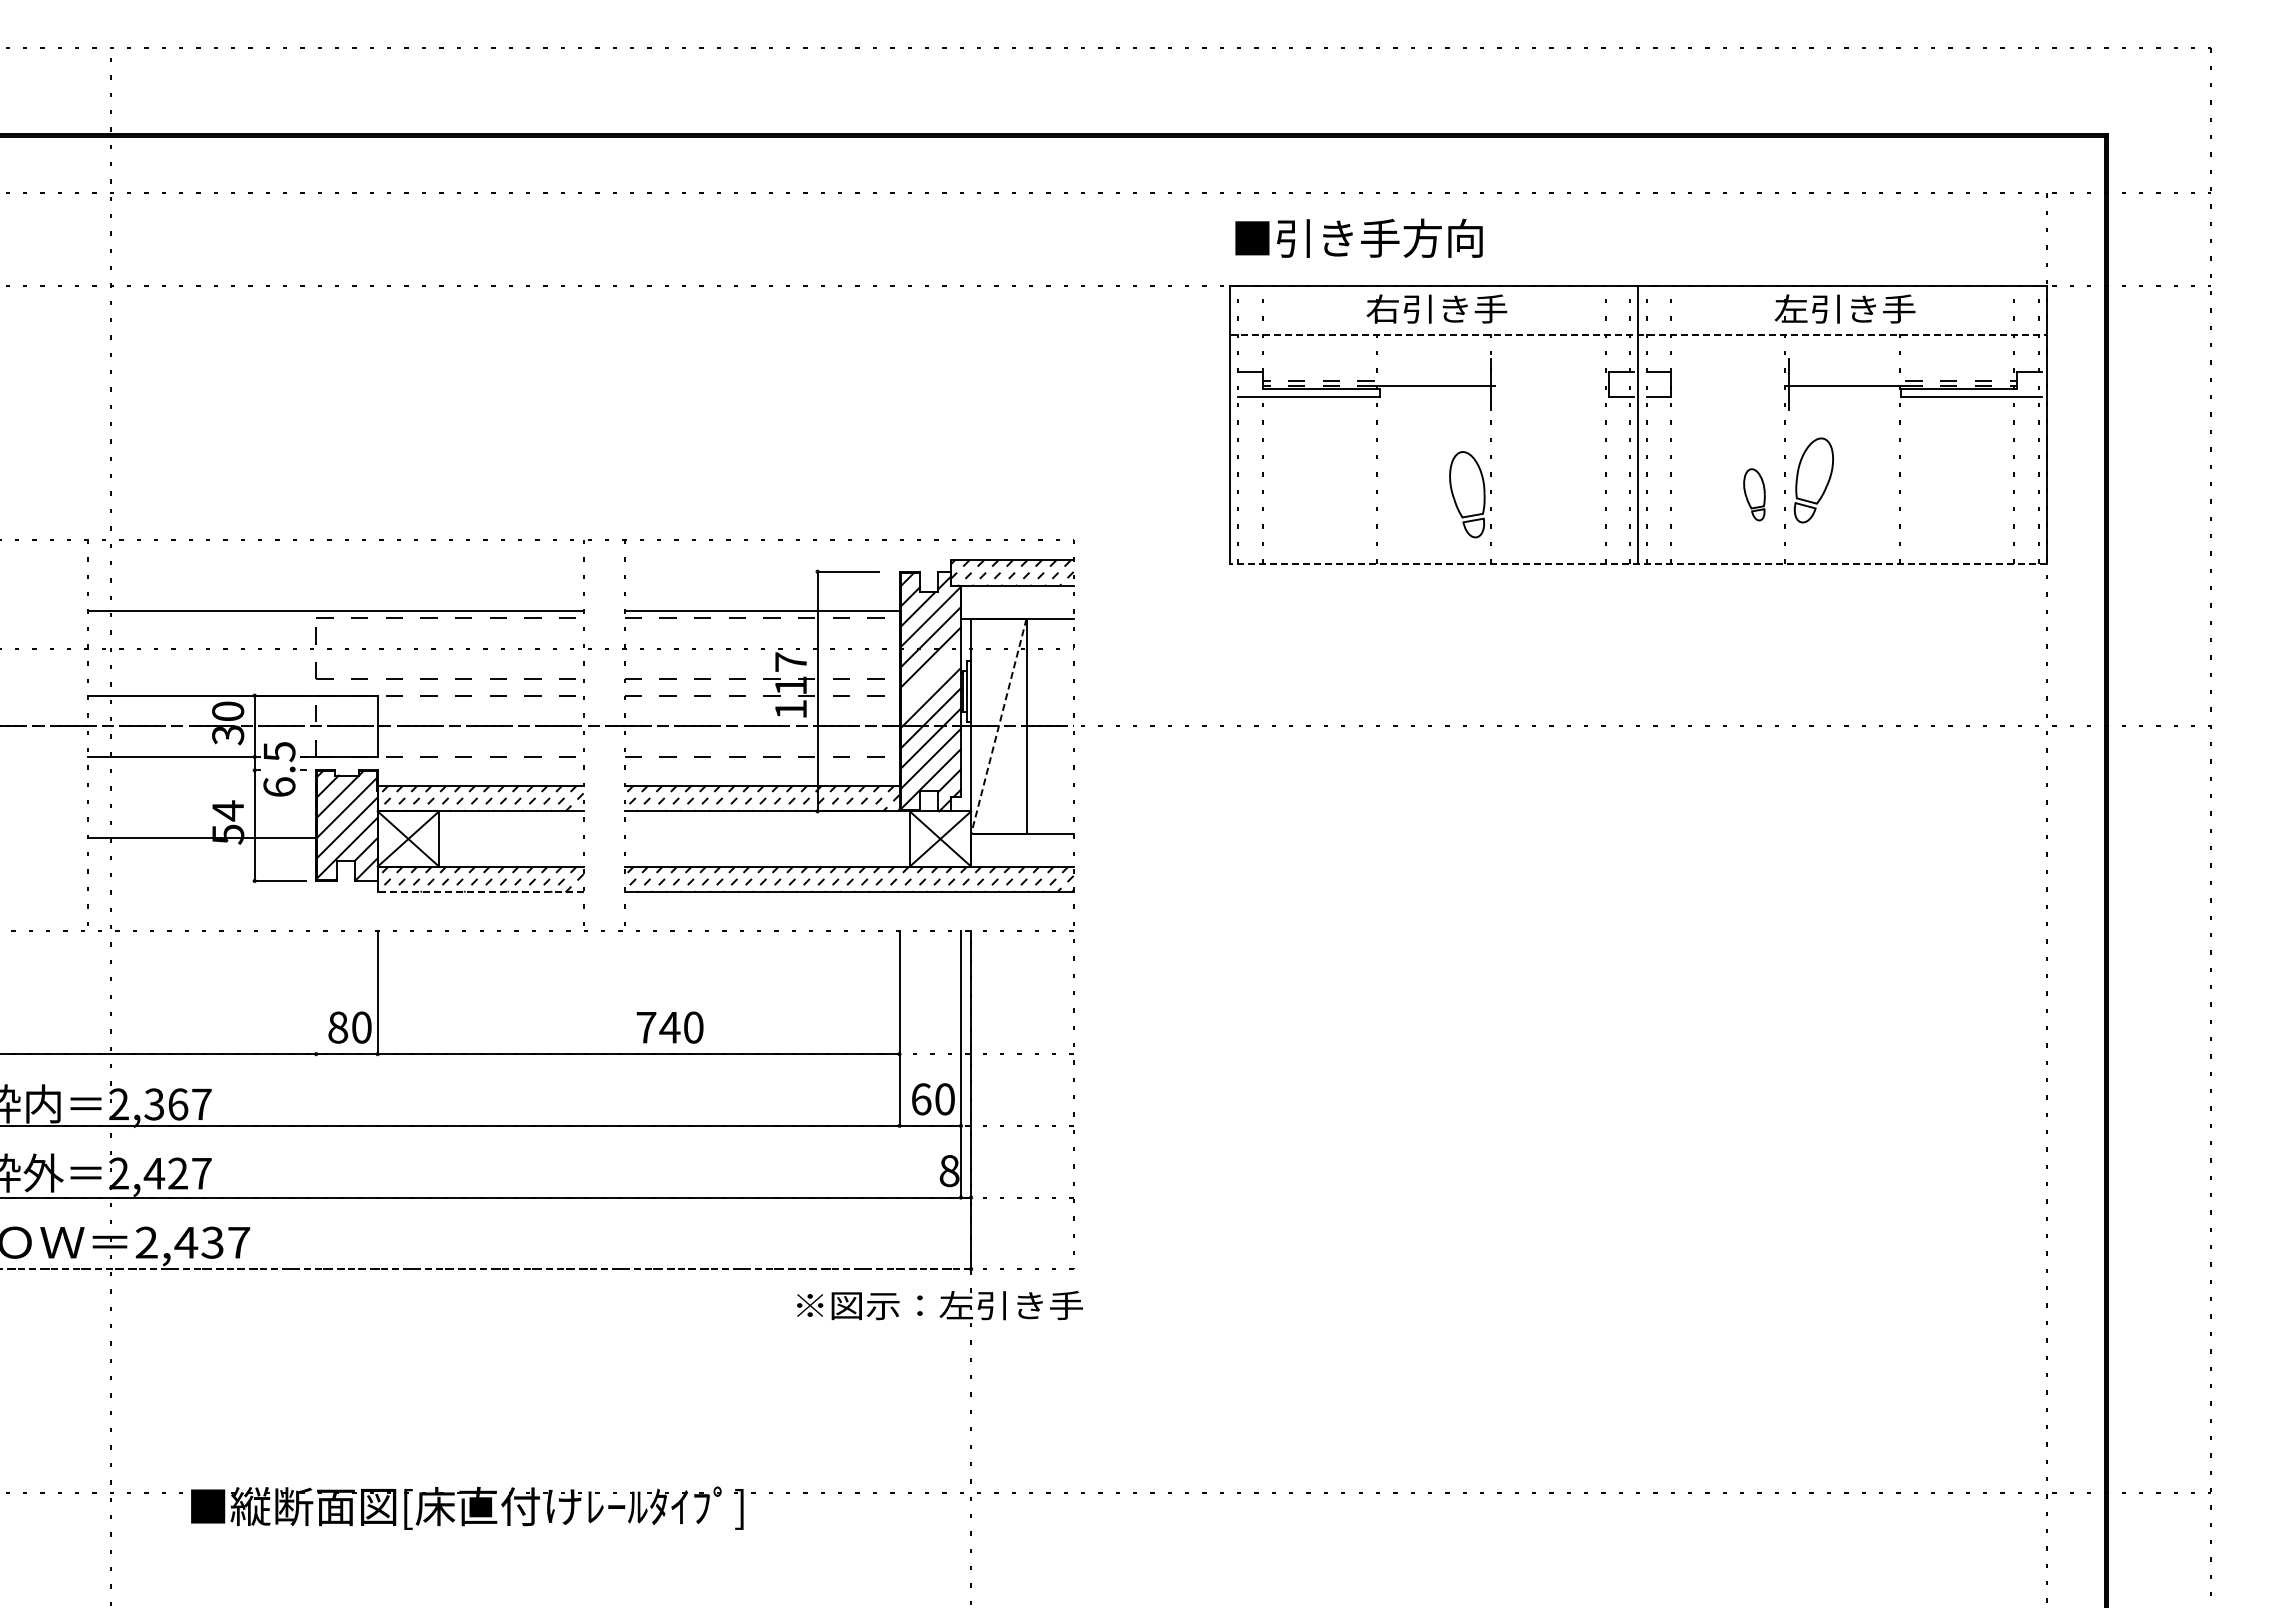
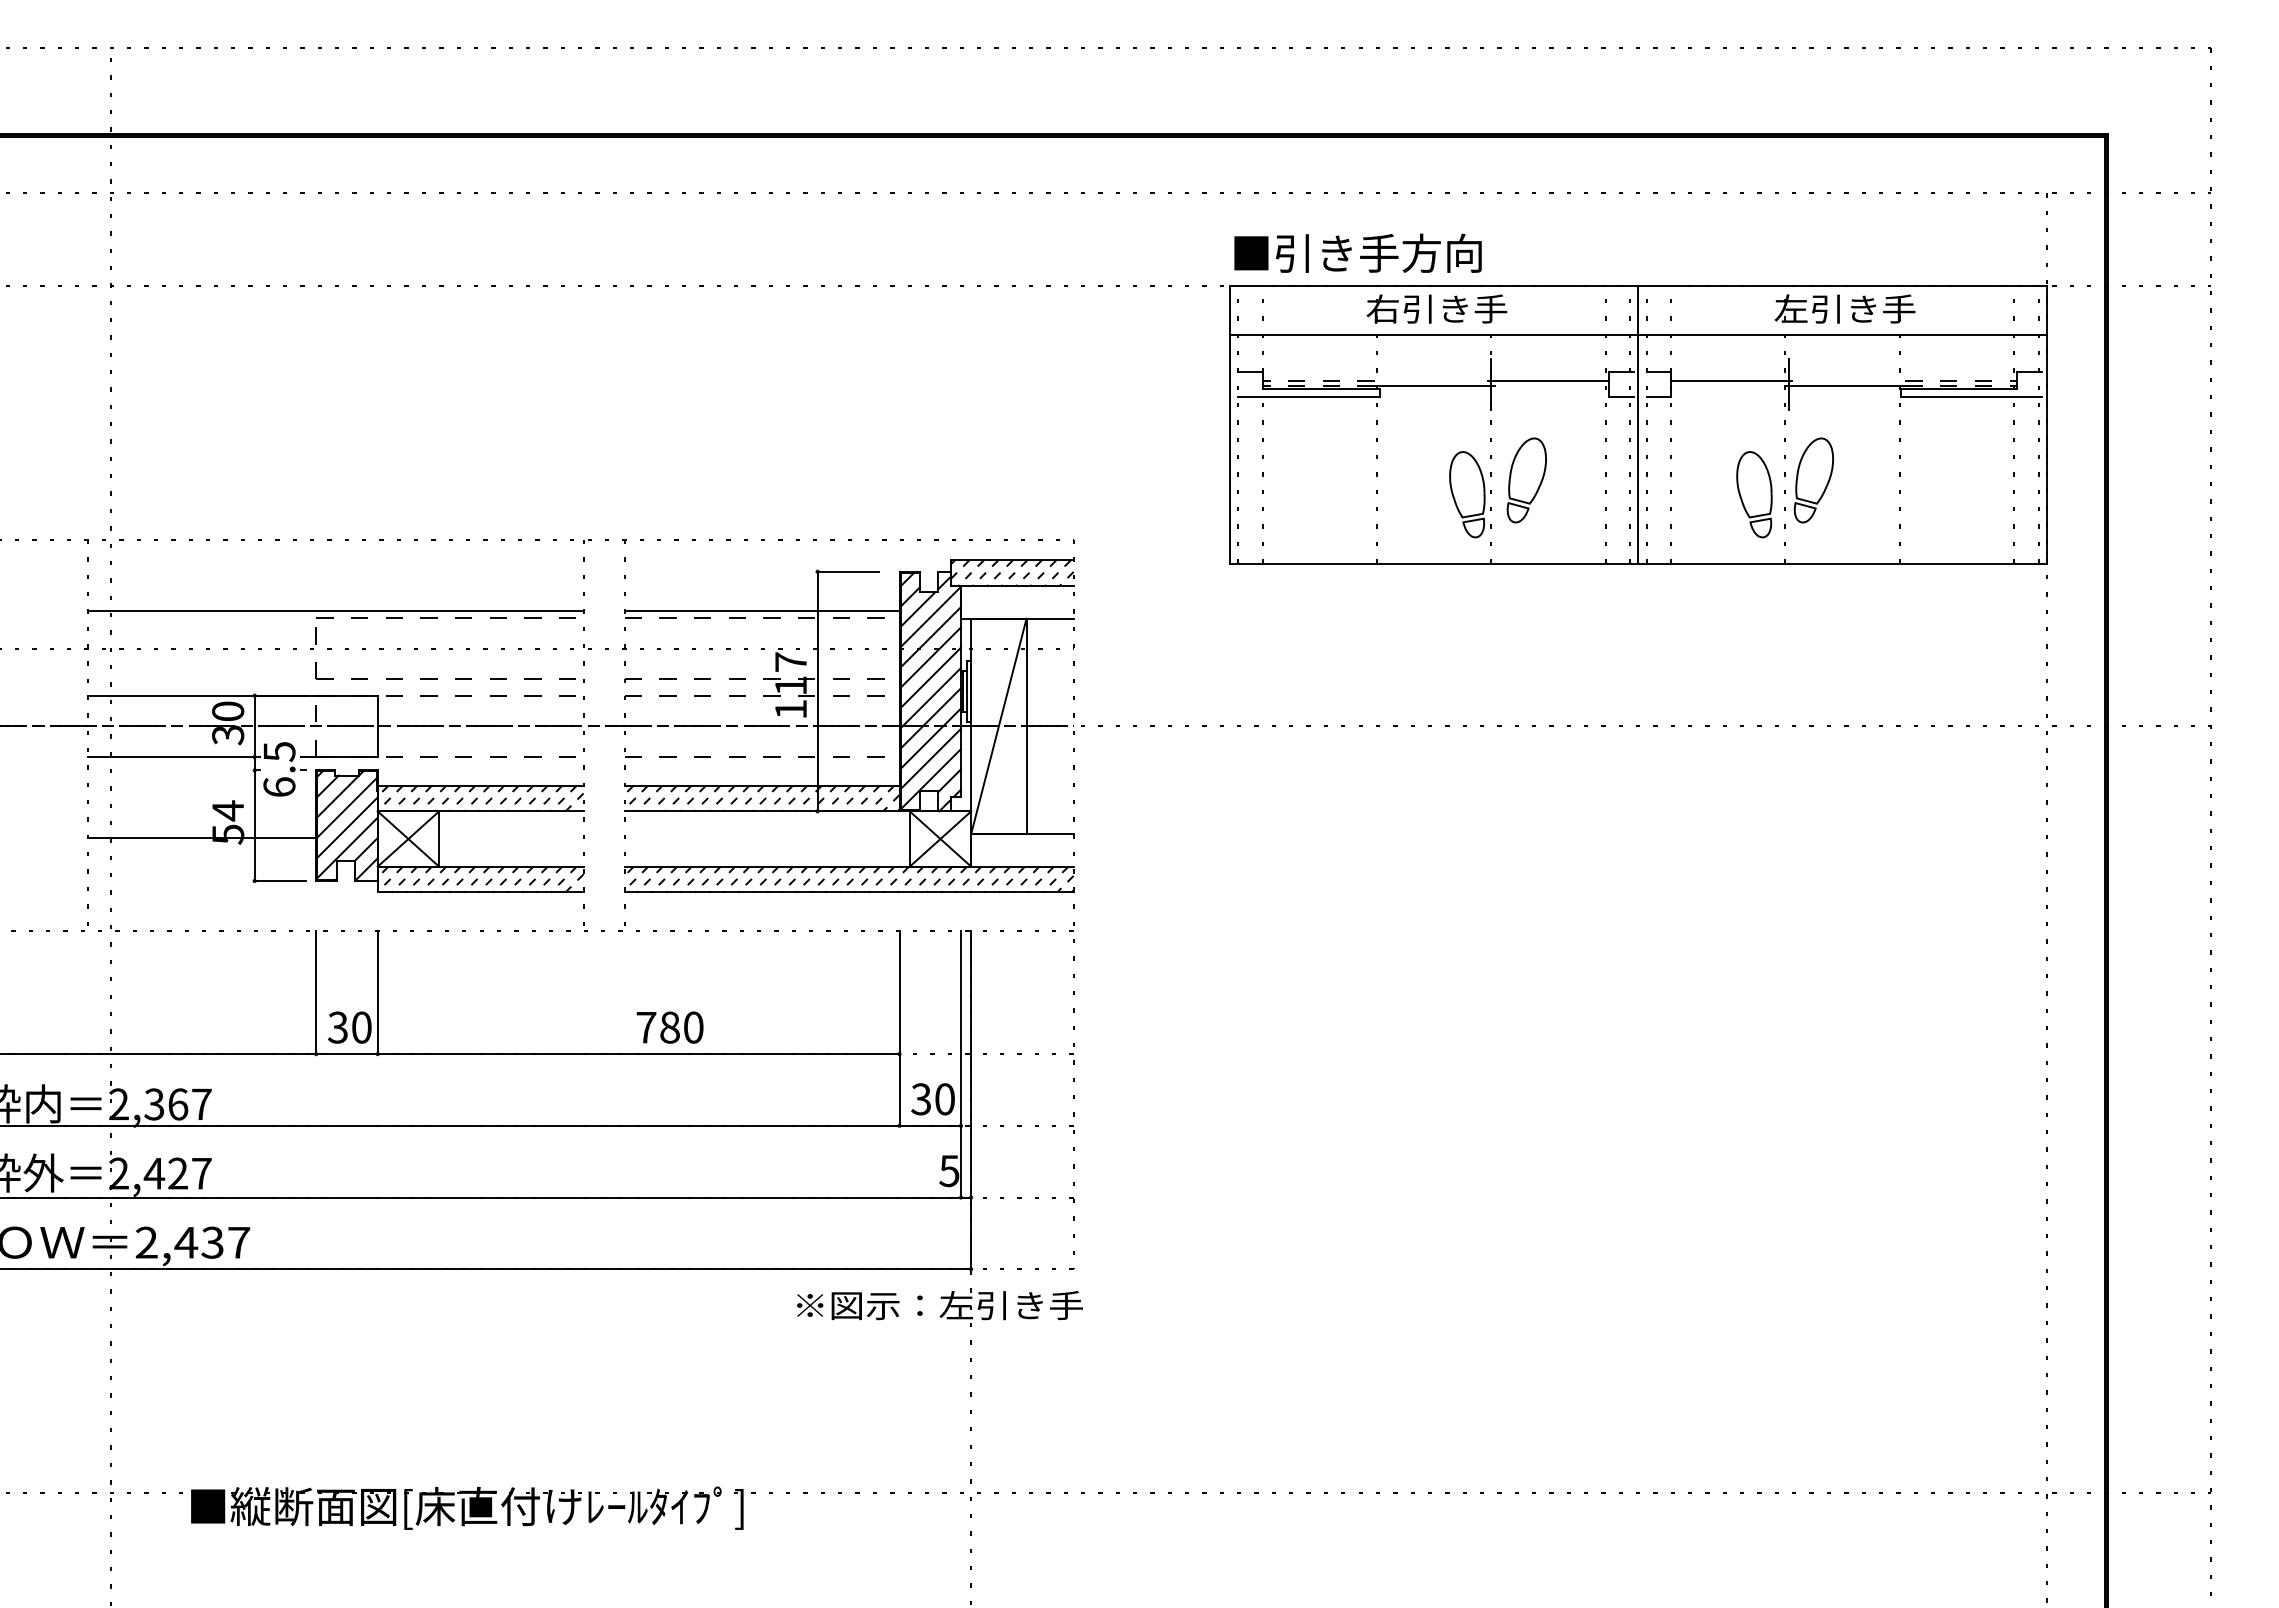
text at (1358, 237) position: (1358, 237) -> (1357, 252)
line at (1638, 334): dashed -> solid
line at (1548, 380): none -> present
line at (1731, 380): none -> present
part at (1526, 480): none -> present
part at (1754, 494) size: 23x54 px -> 37x88 px
line at (1637, 563): dashed -> solid
line at (930, 677): none -> present
line at (998, 726): dashed -> solid
line at (480, 892): dashed -> solid
line at (316, 992): none -> present
text at (338, 1027): 80 -> 30
text at (669, 1027): 740 -> 780
text at (921, 1099): 60 -> 30
text at (949, 1171): 8 -> 5
line at (485, 1269): dashed -> solid
